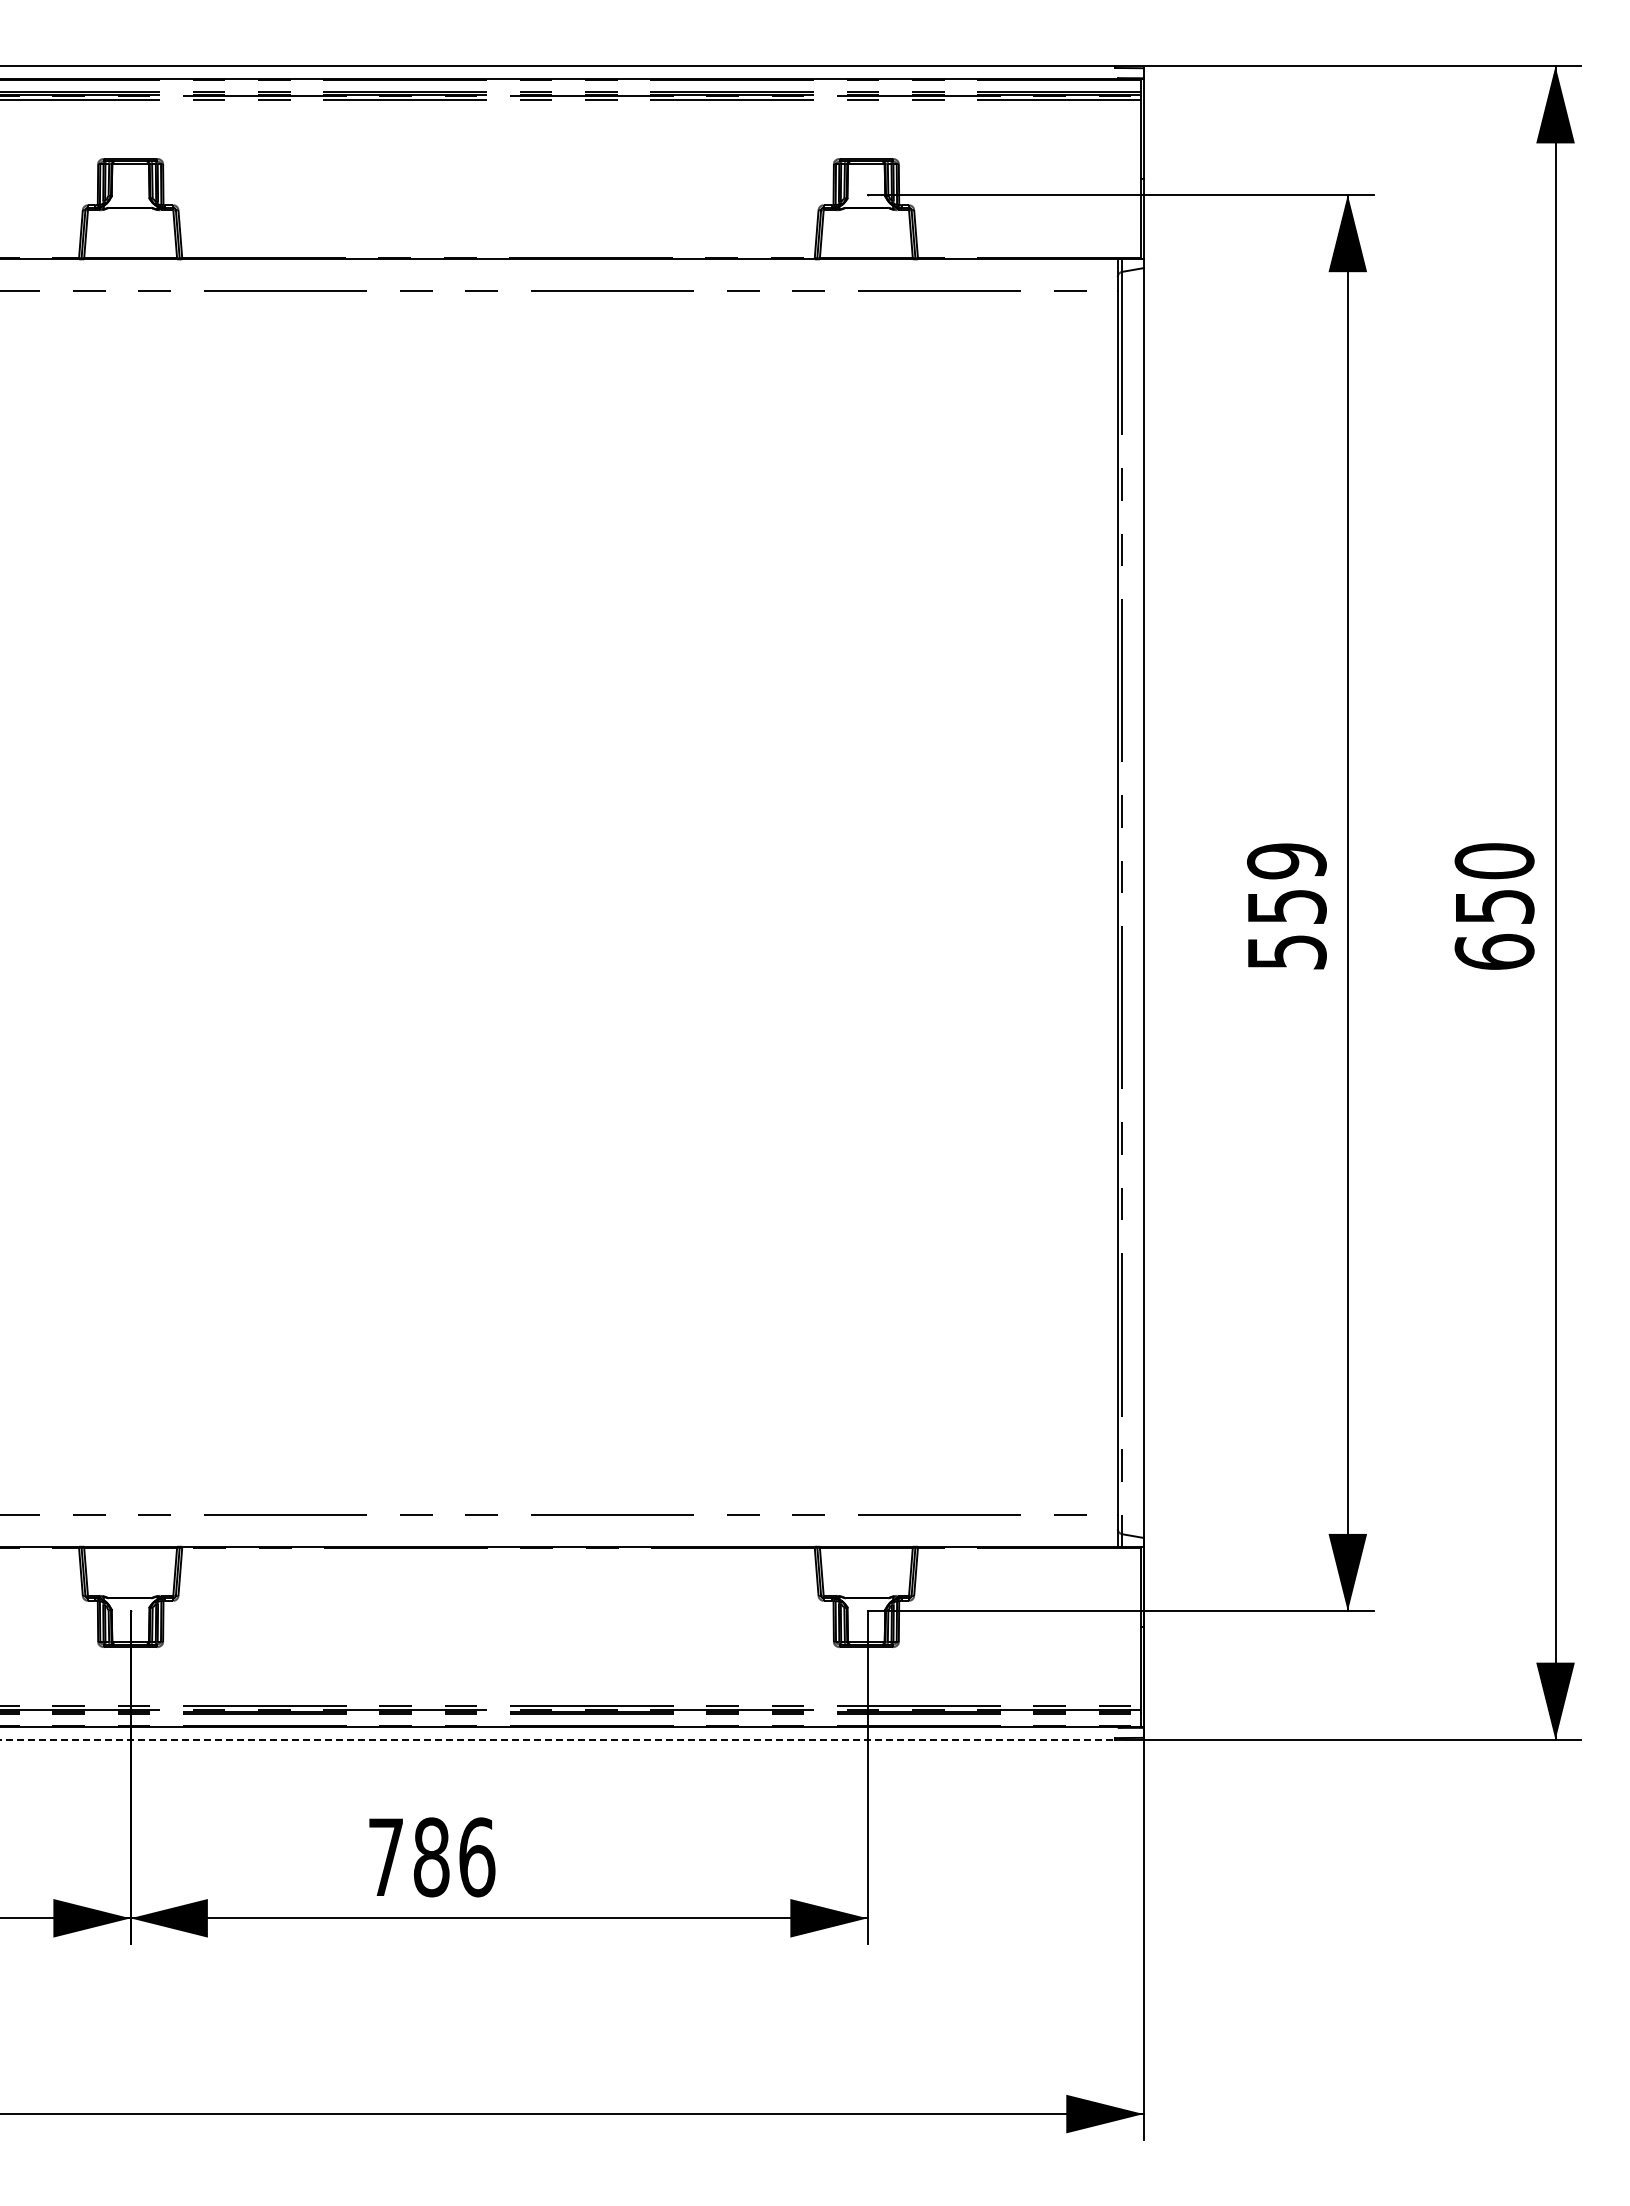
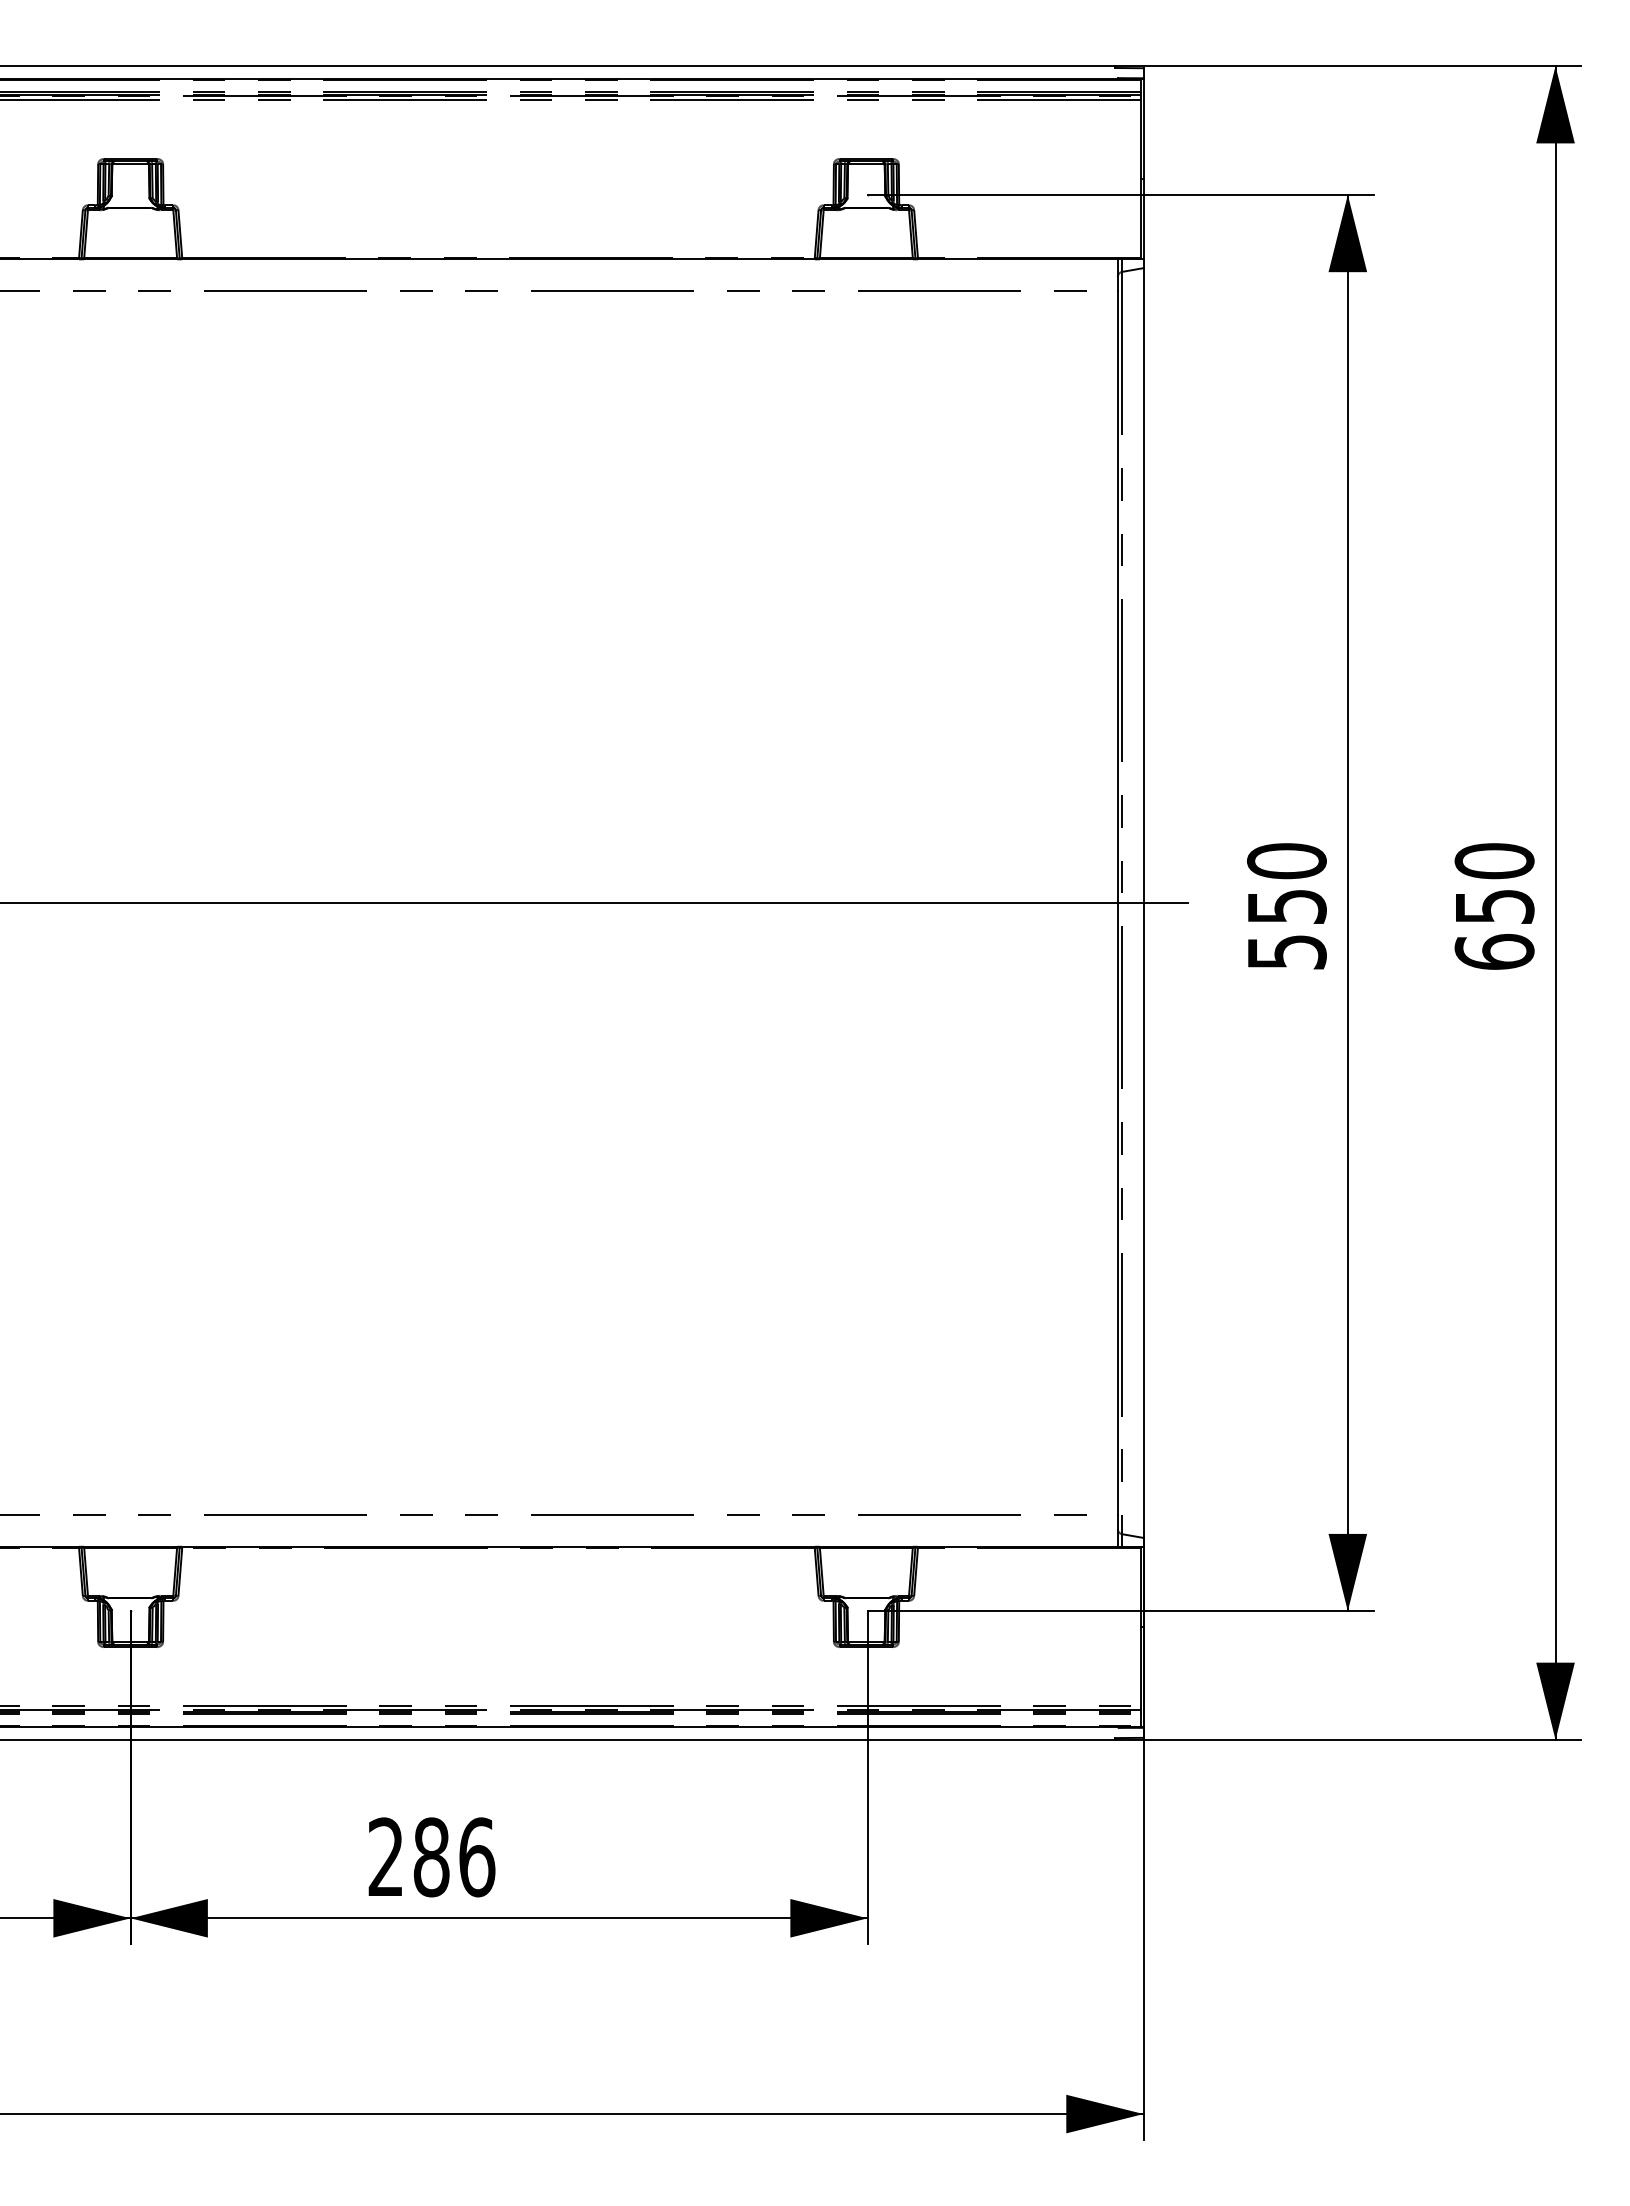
text at (1286, 861): 559 -> 550
line at (594, 903): none -> present
line at (558, 1739): dashed -> solid
text at (385, 1856): 786 -> 286
